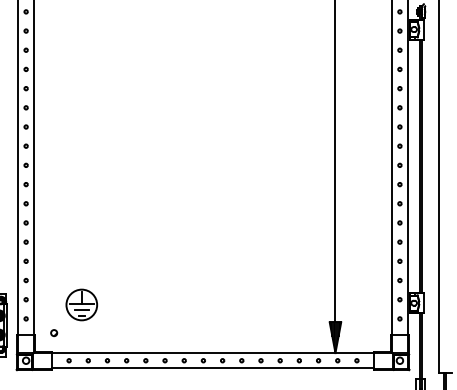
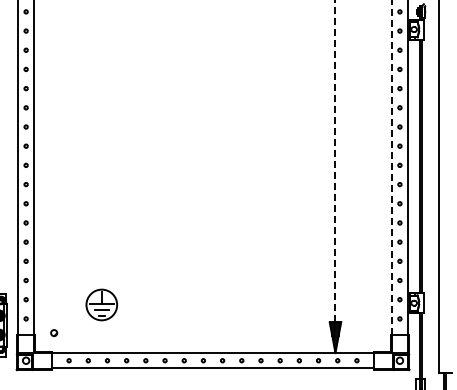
line at (335, 161): solid -> dashed
line at (392, 167): solid -> dashed
part at (81, 304) position: (81, 304) -> (101, 304)
